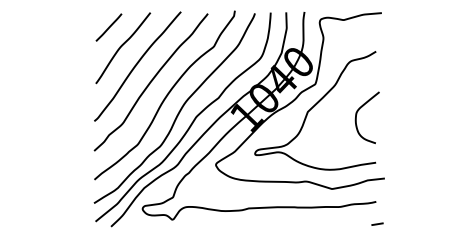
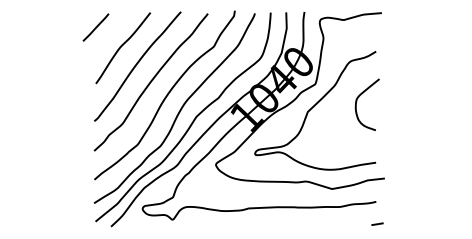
line at (108, 27) position: (108, 27) -> (95, 27)
curve at (357, 114) position: (357, 114) -> (357, 101)
